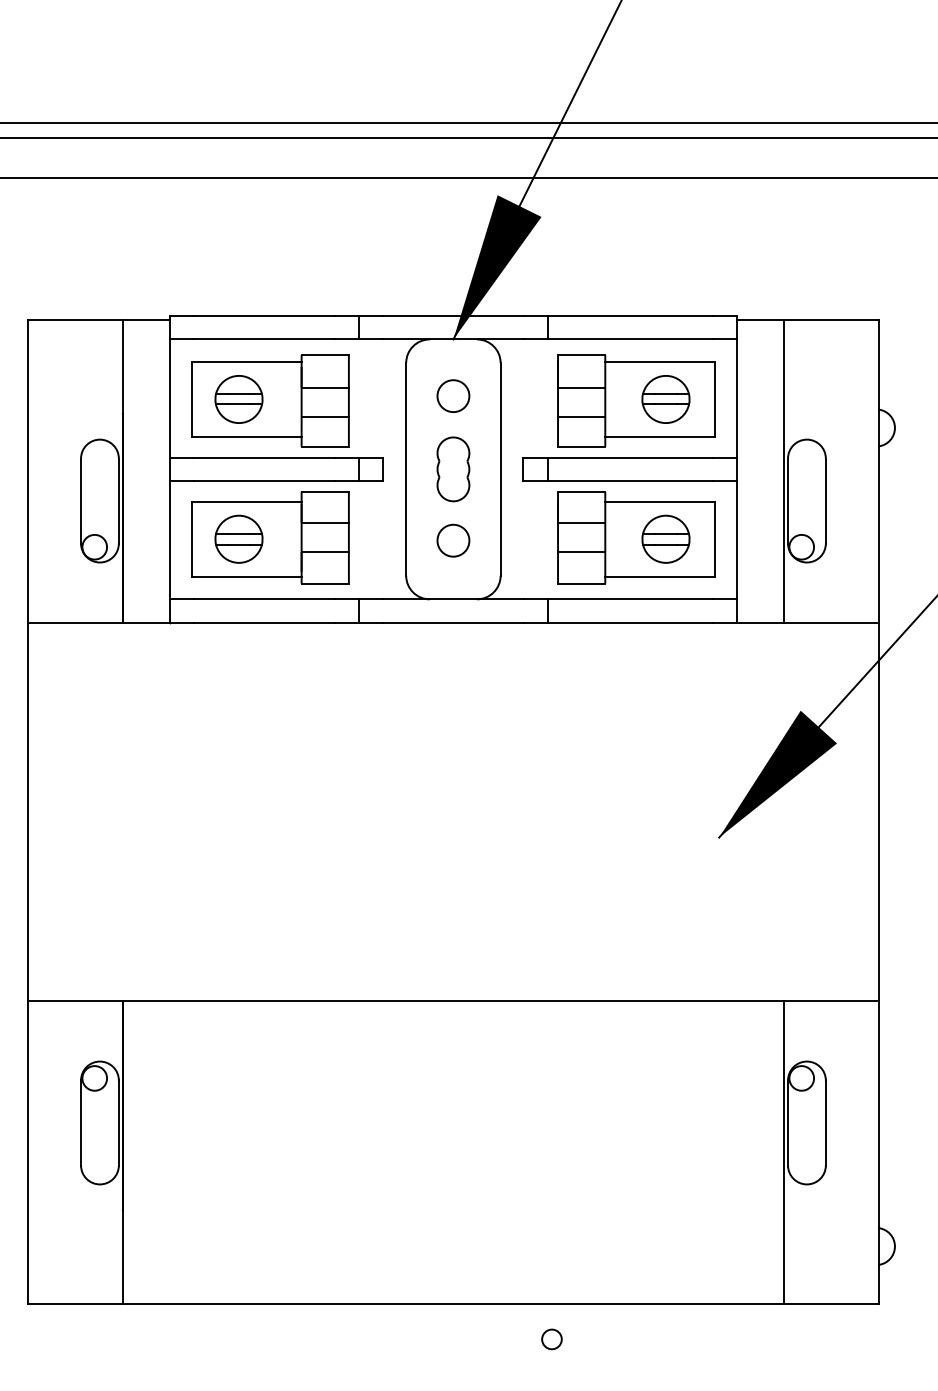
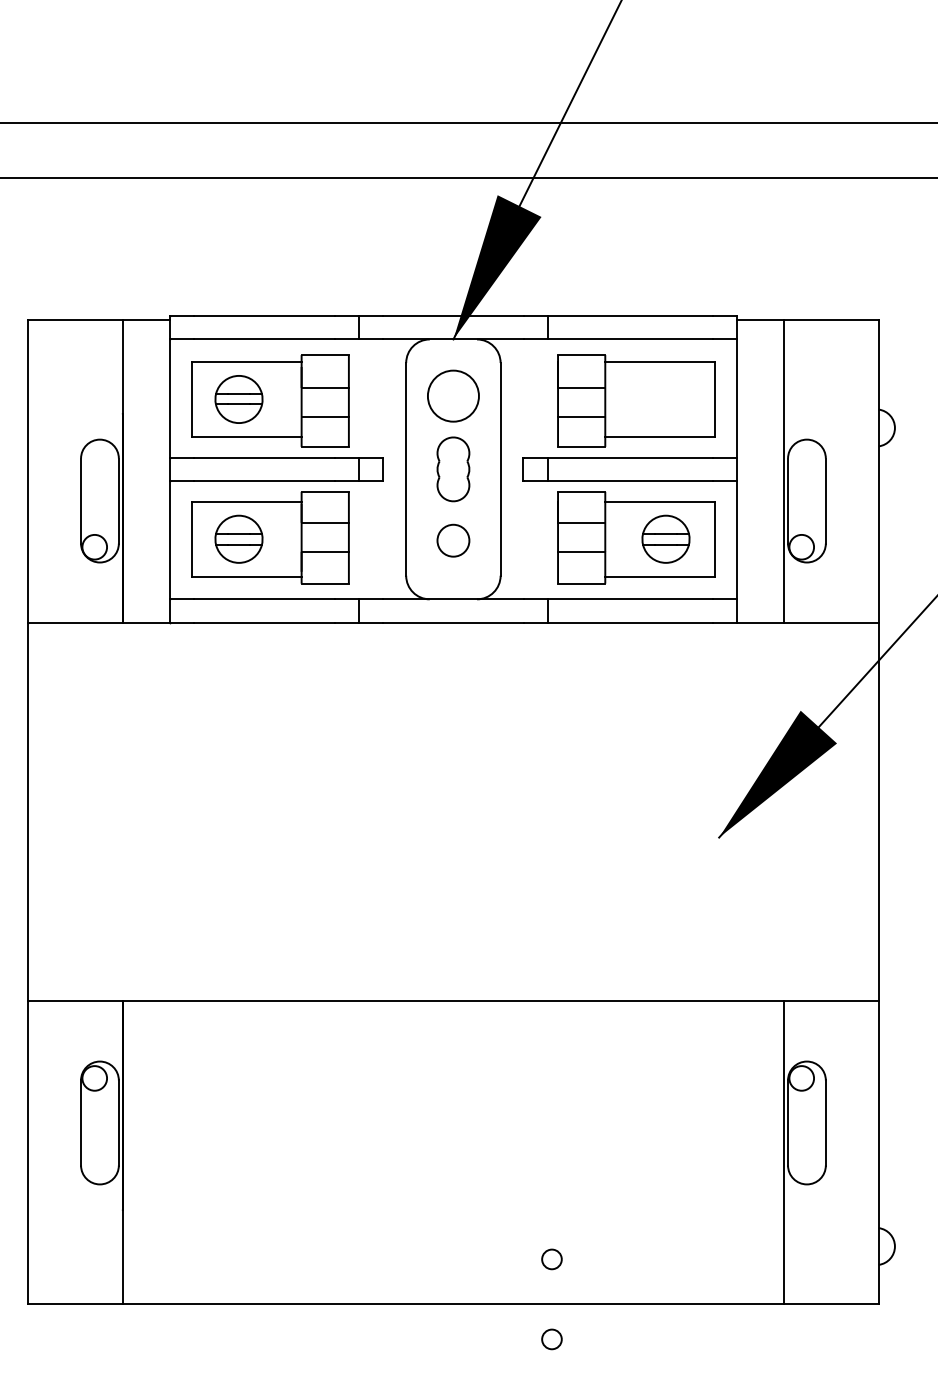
line at (468, 138): present -> none
circle at (453, 396) diameter: 32 px -> 51 px
part at (665, 399): present -> none
circle at (551, 1259): none -> present
